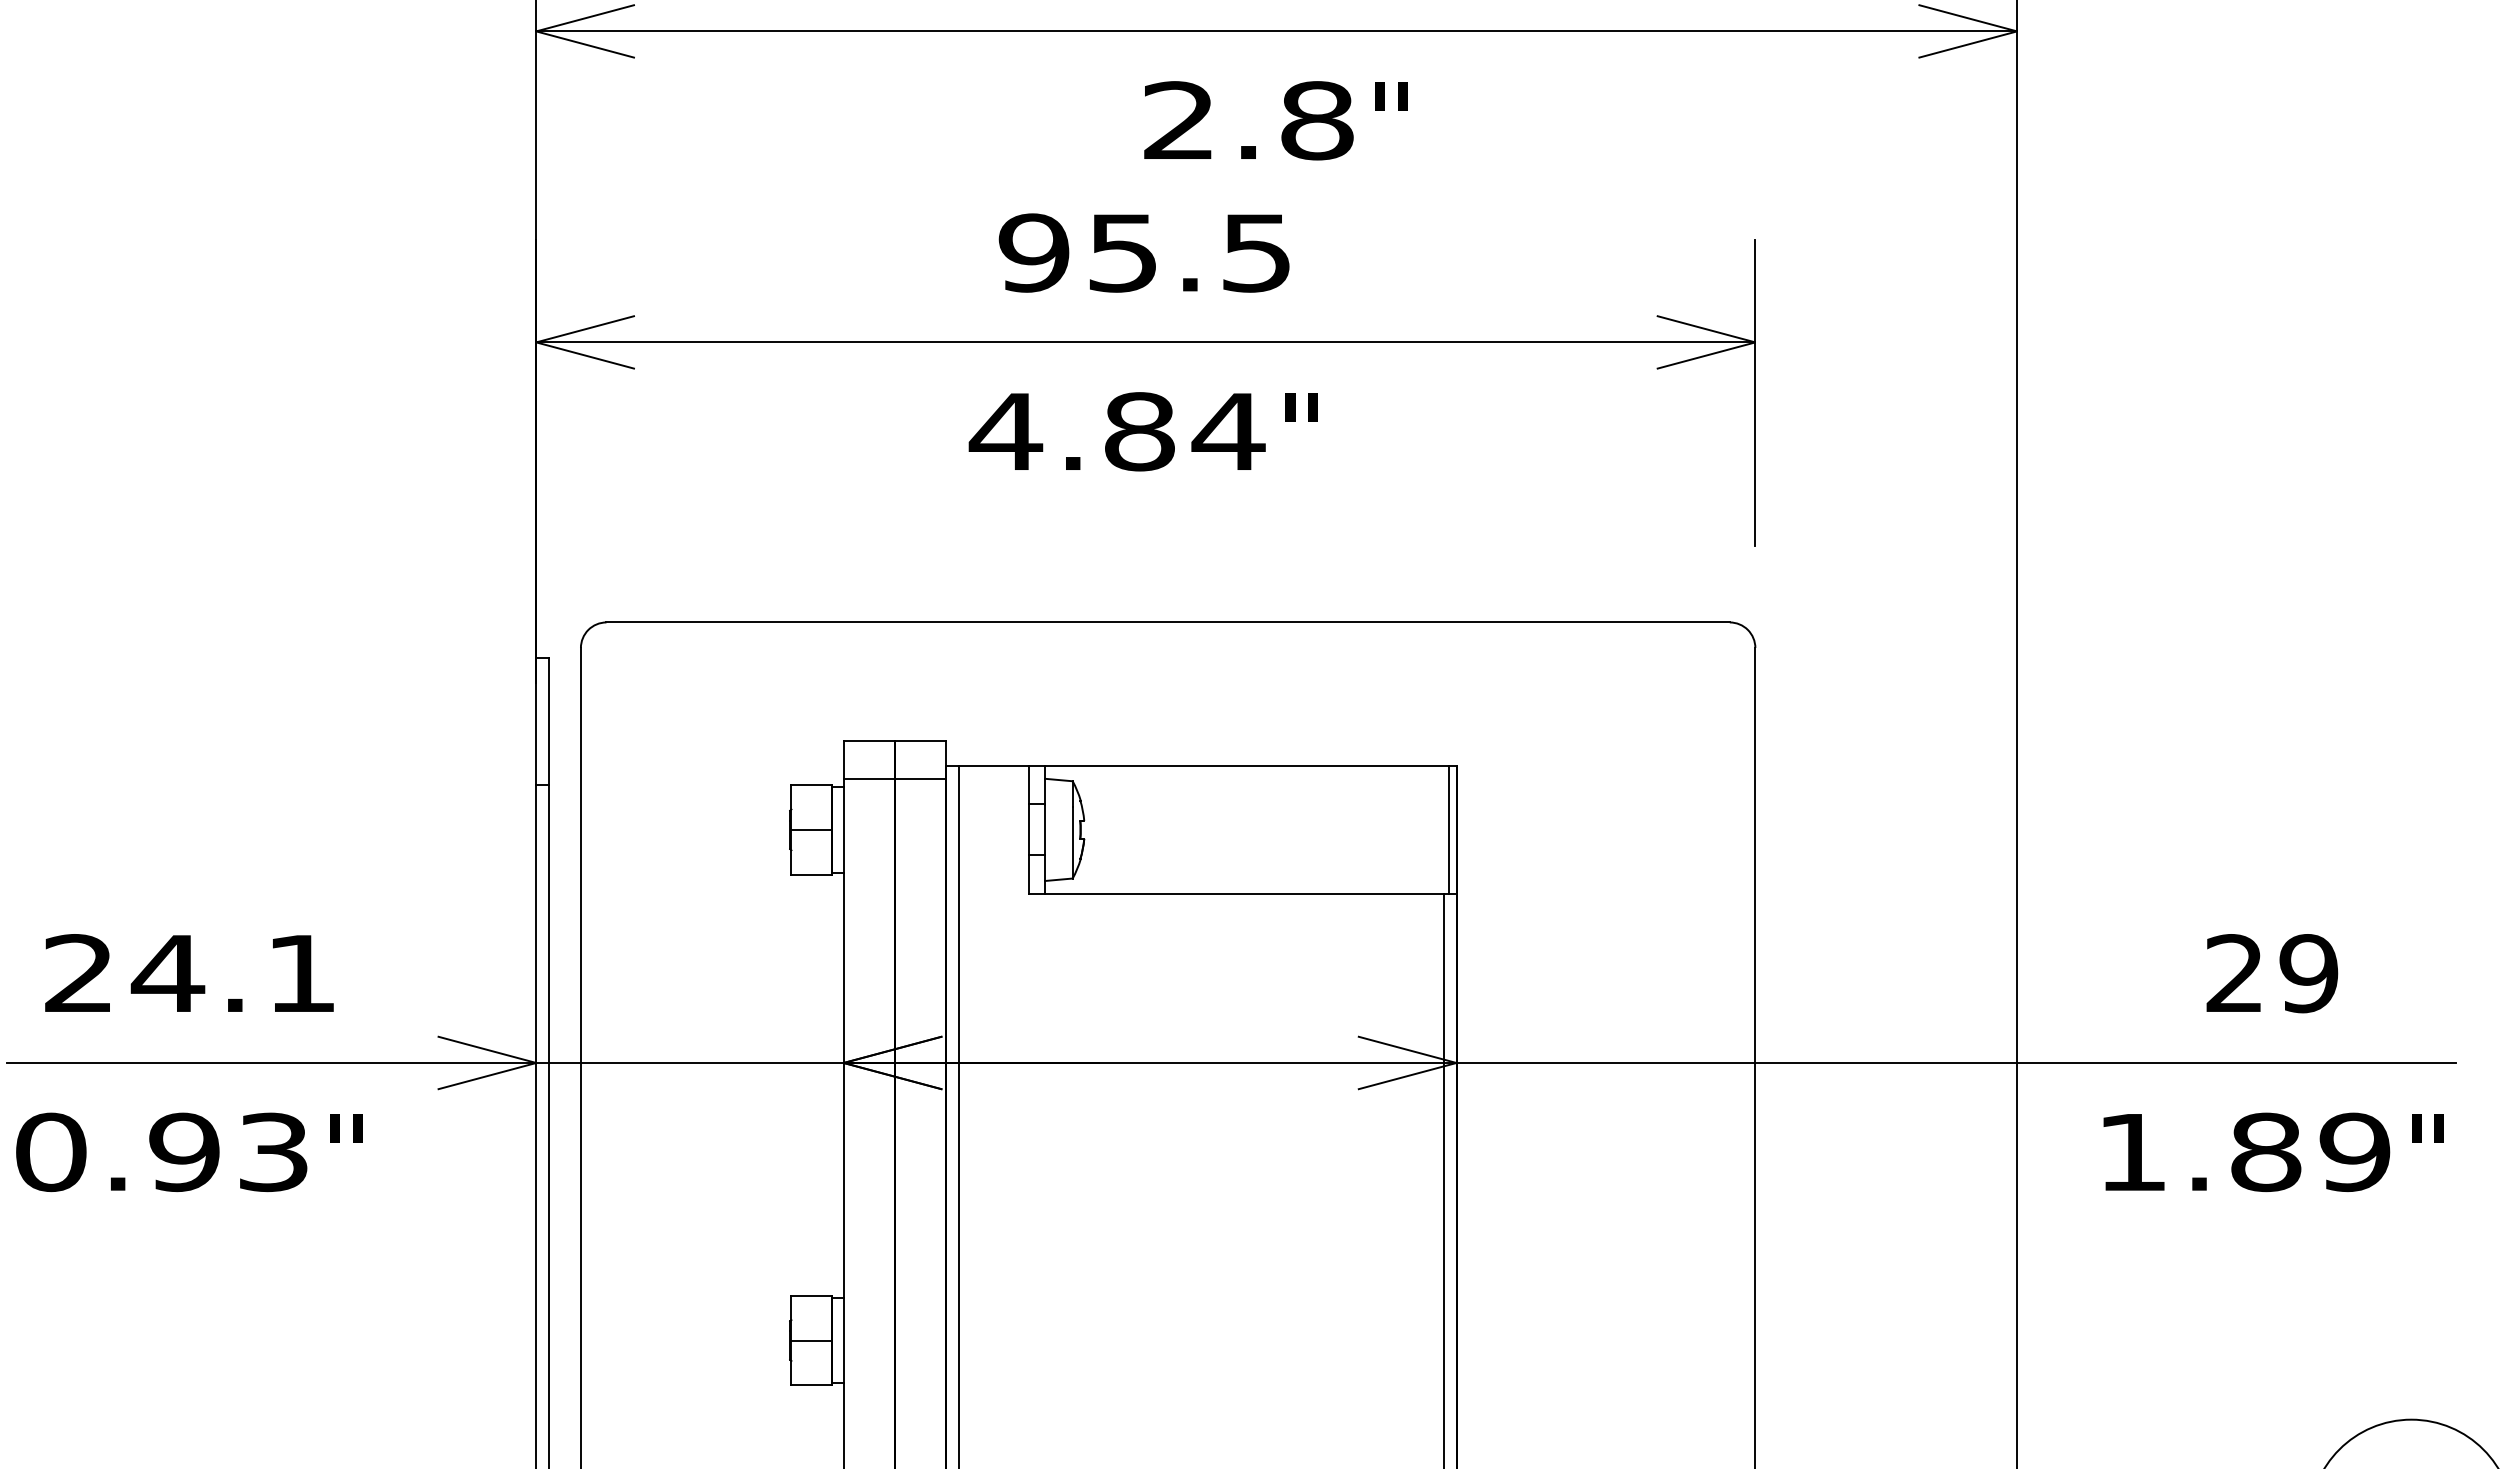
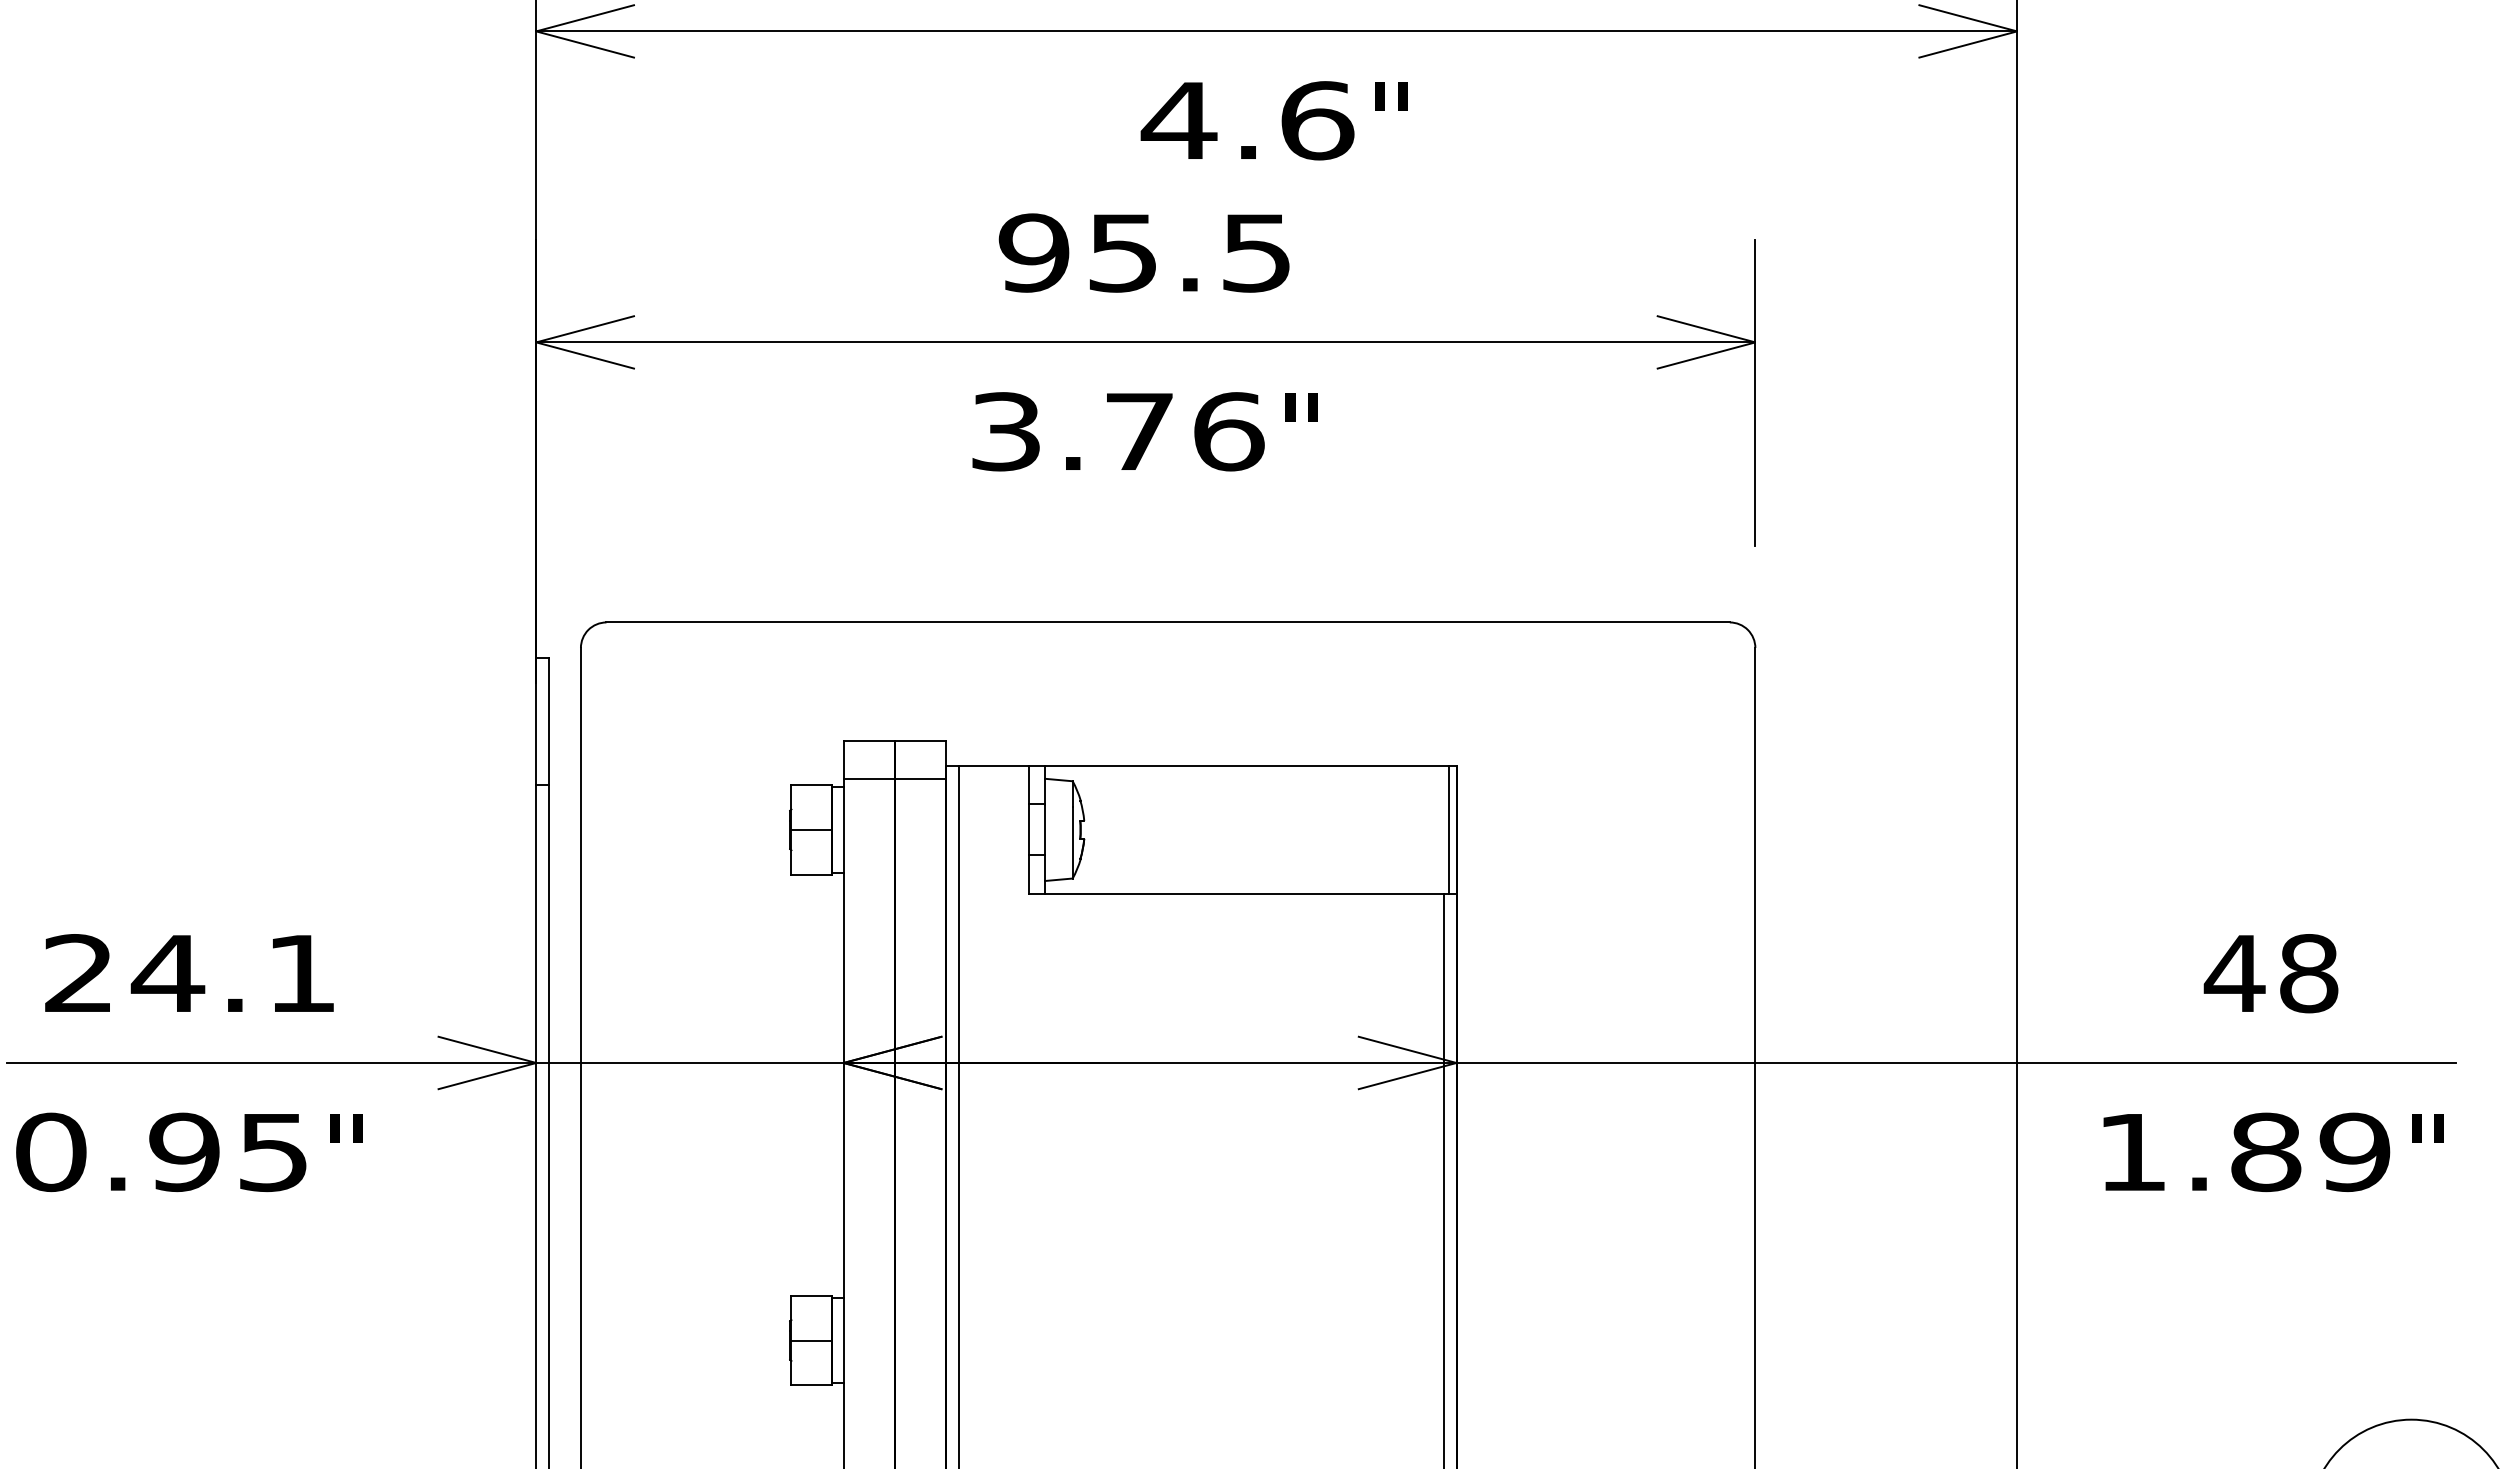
text at (1247, 120): 2.8 -> 4.6
text at (1116, 431): 4.84 -> 3.76
text at (2270, 973): 29 -> 48
text at (273, 1151): 0.93 -> 0.95
